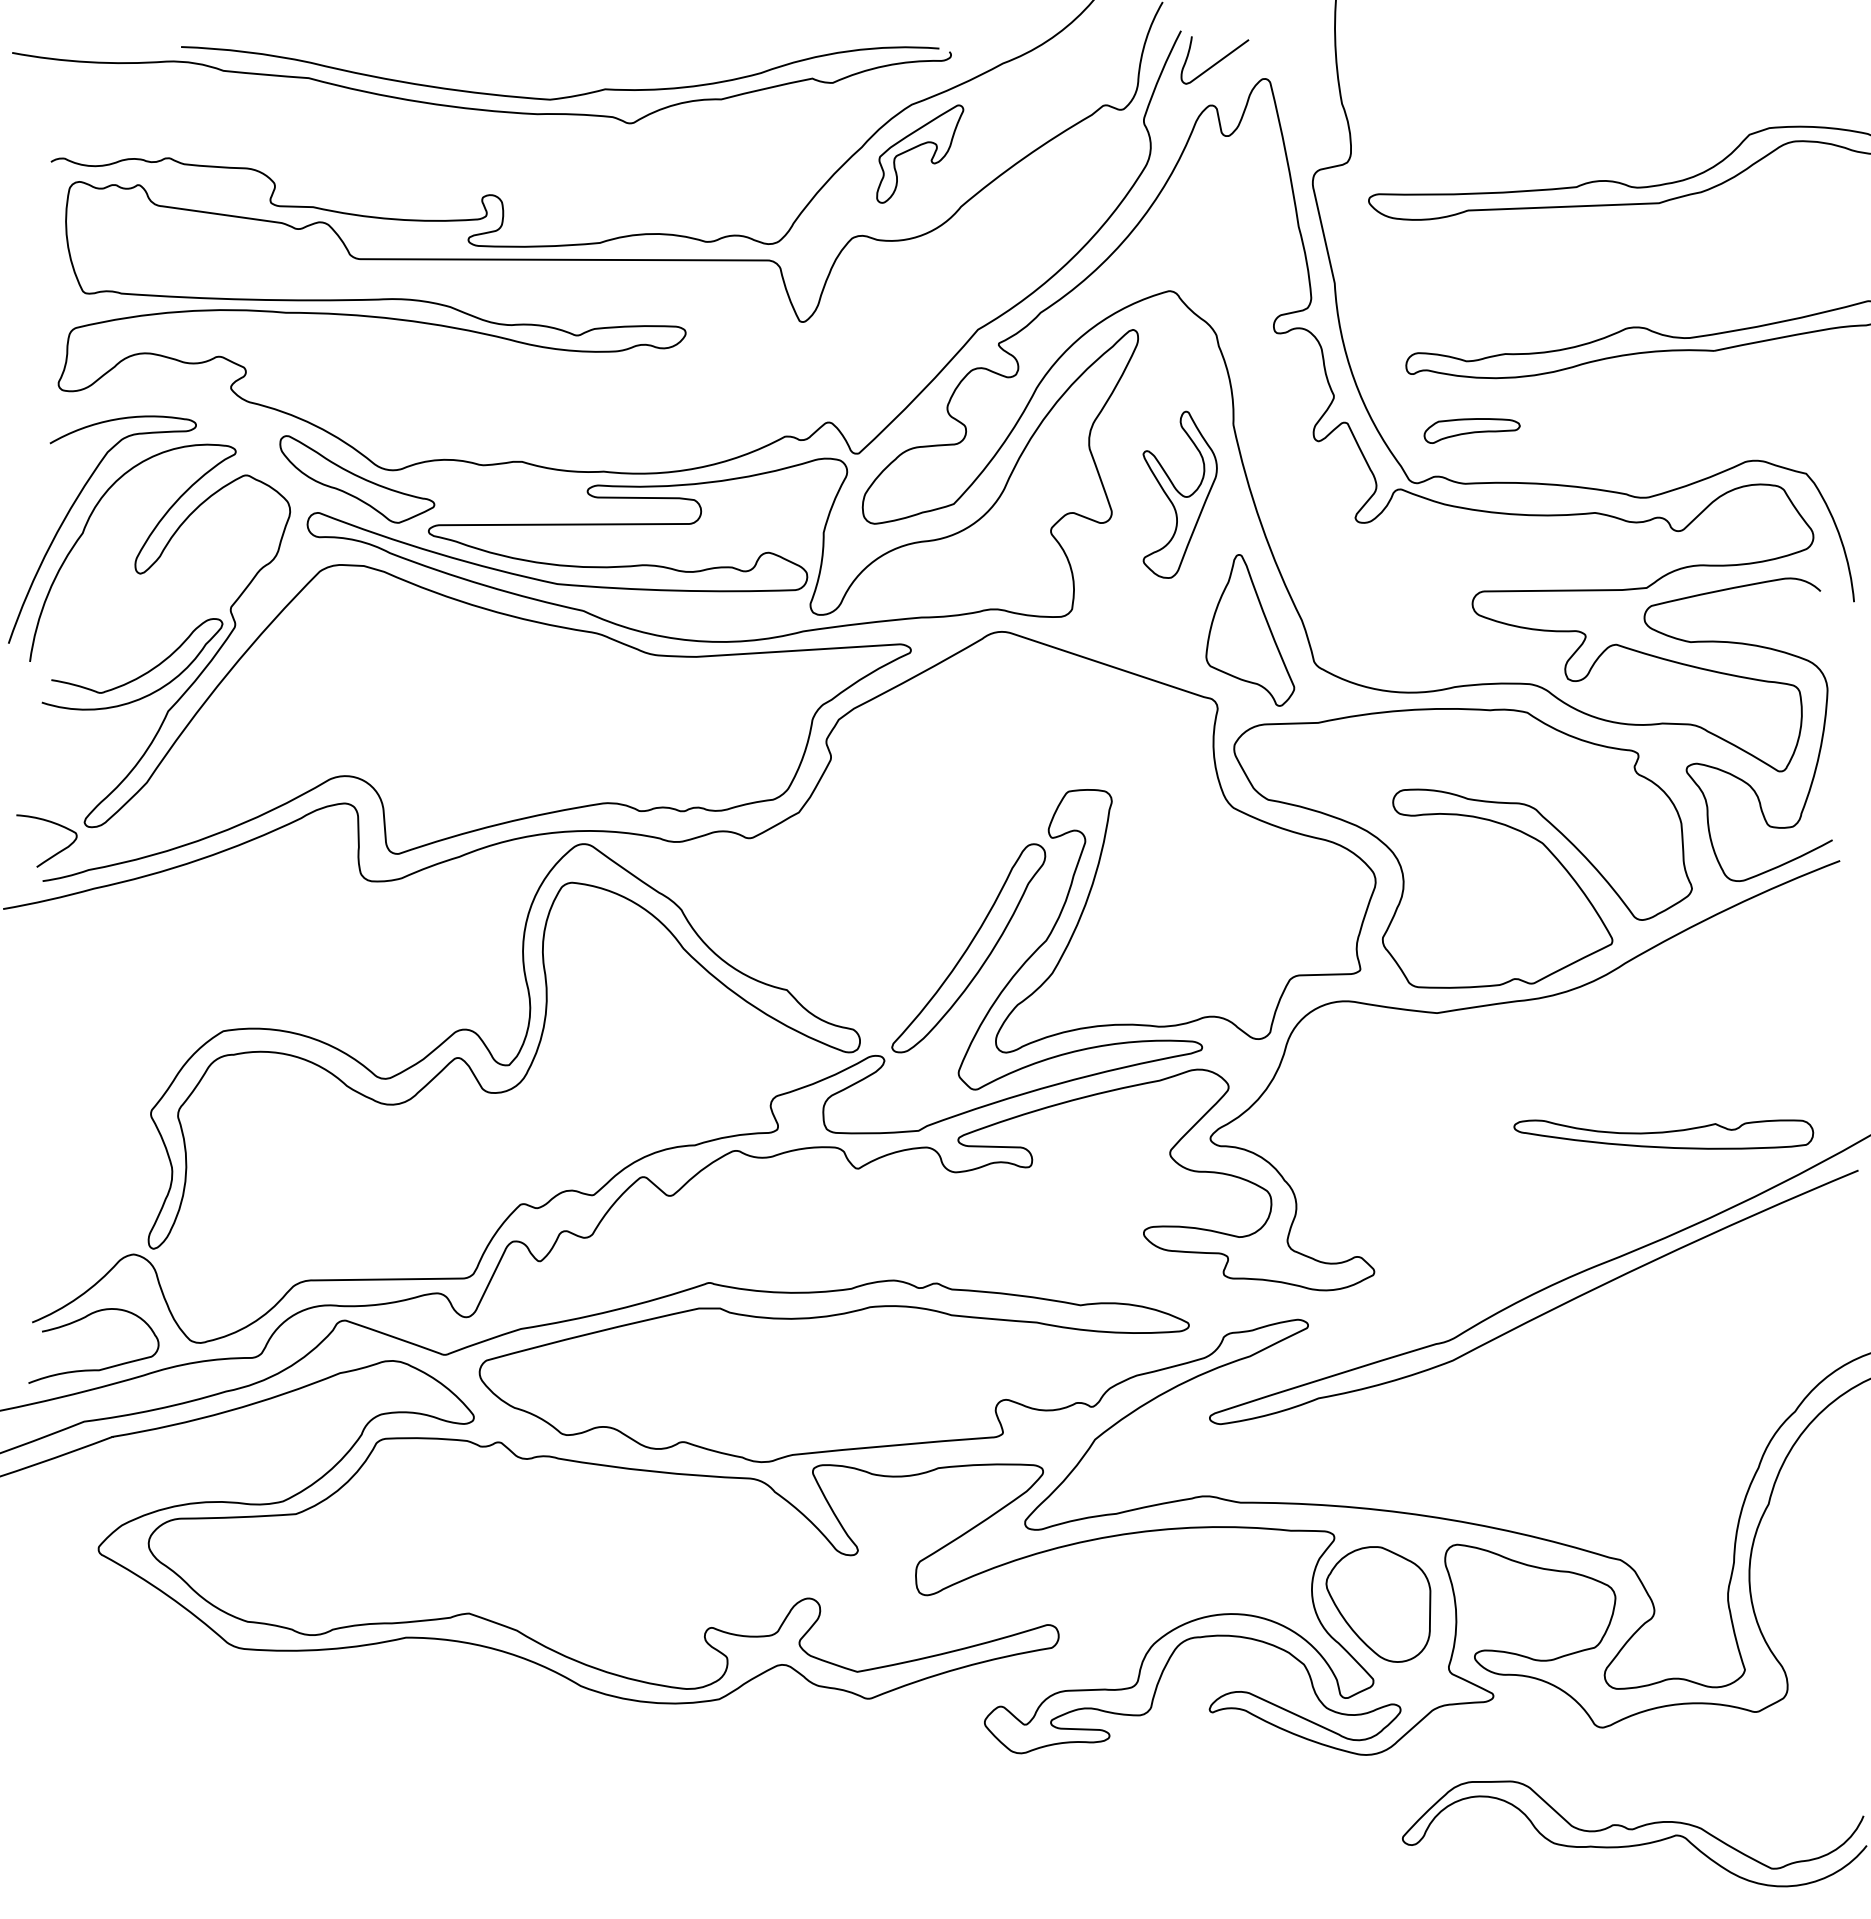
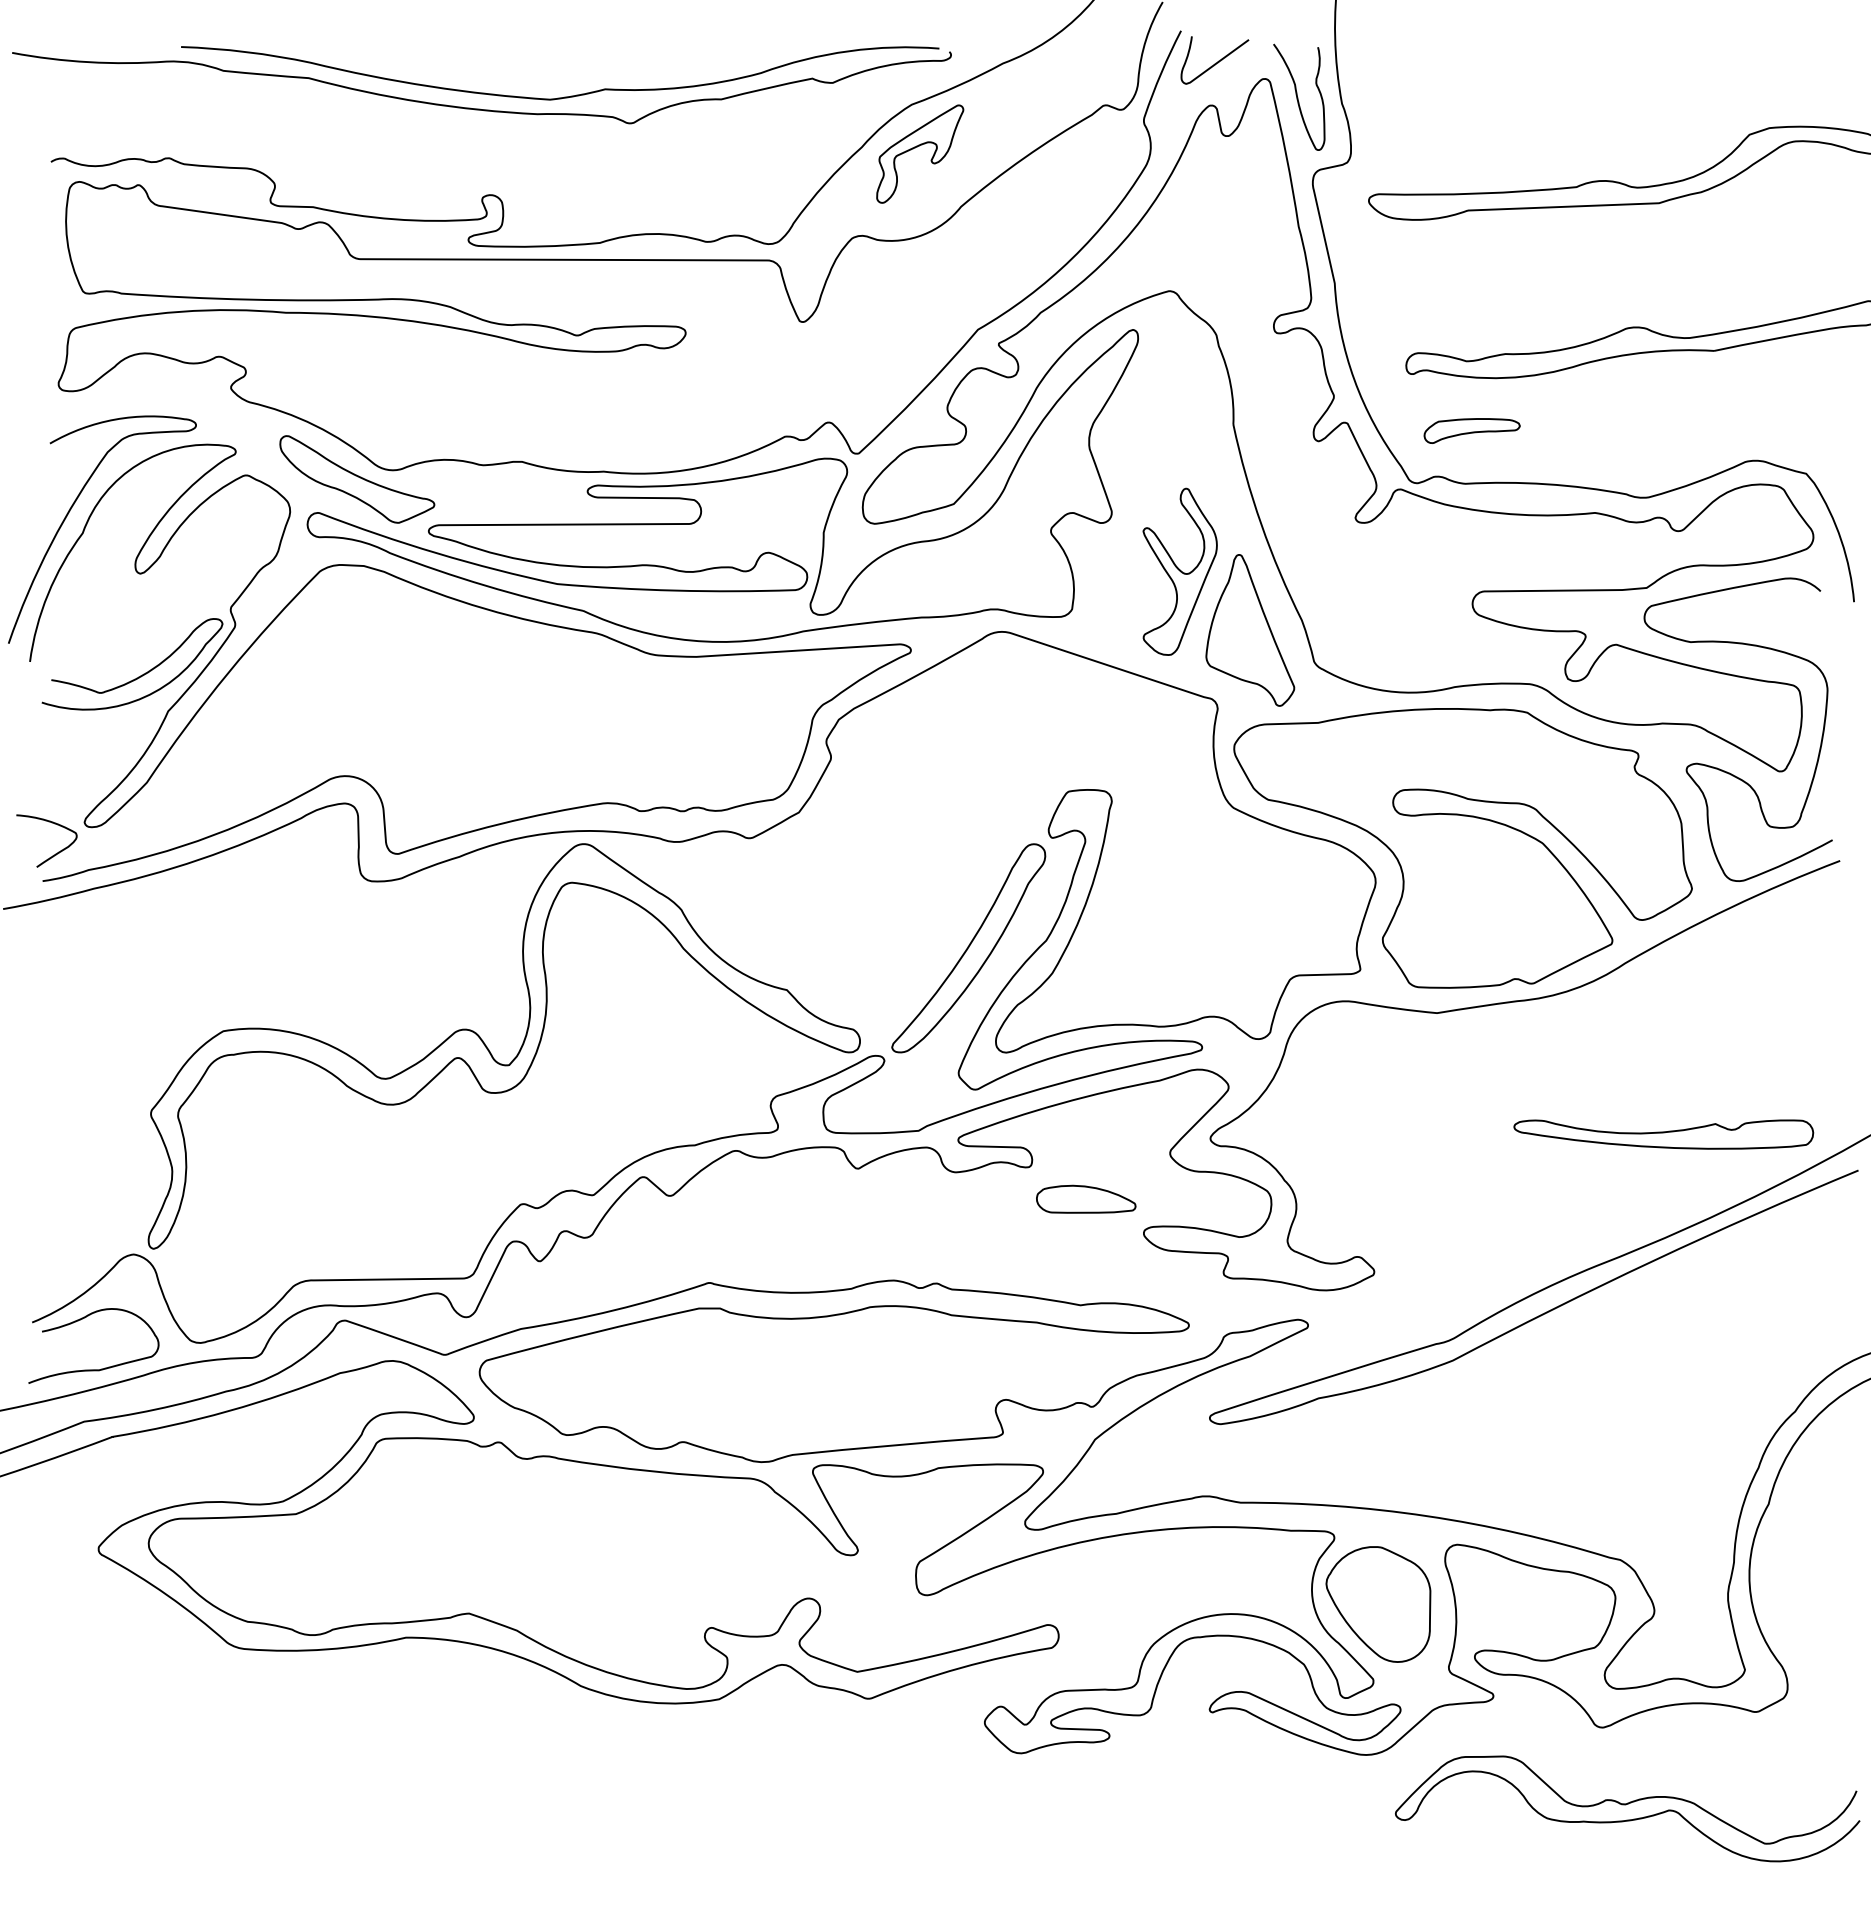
curve at (1298, 97): none -> present
part at (1179, 494) position: (1179, 494) -> (1179, 571)
part at (1086, 1198): none -> present
curve at (1632, 1830) position: (1632, 1830) -> (1625, 1805)
